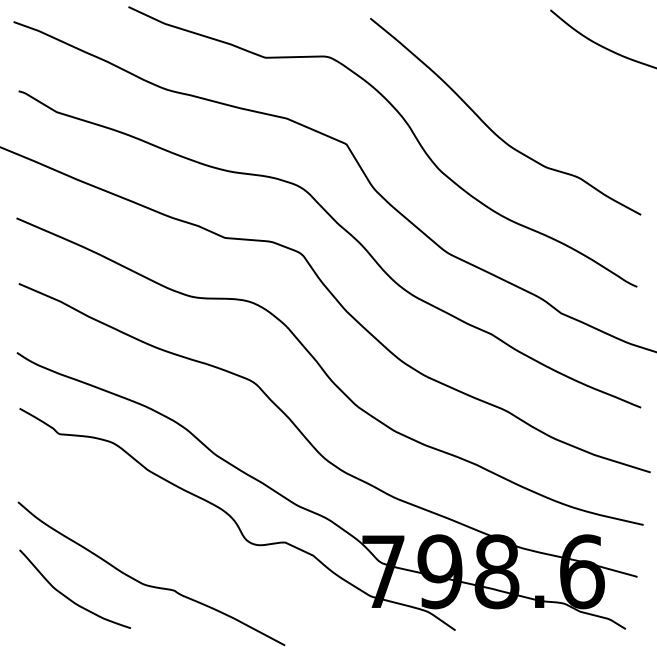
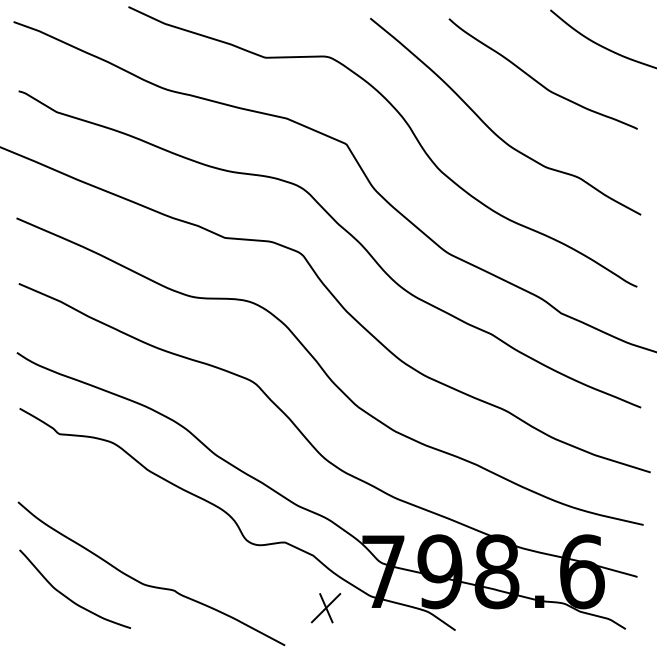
curve at (537, 80): none -> present
part at (325, 608): none -> present
